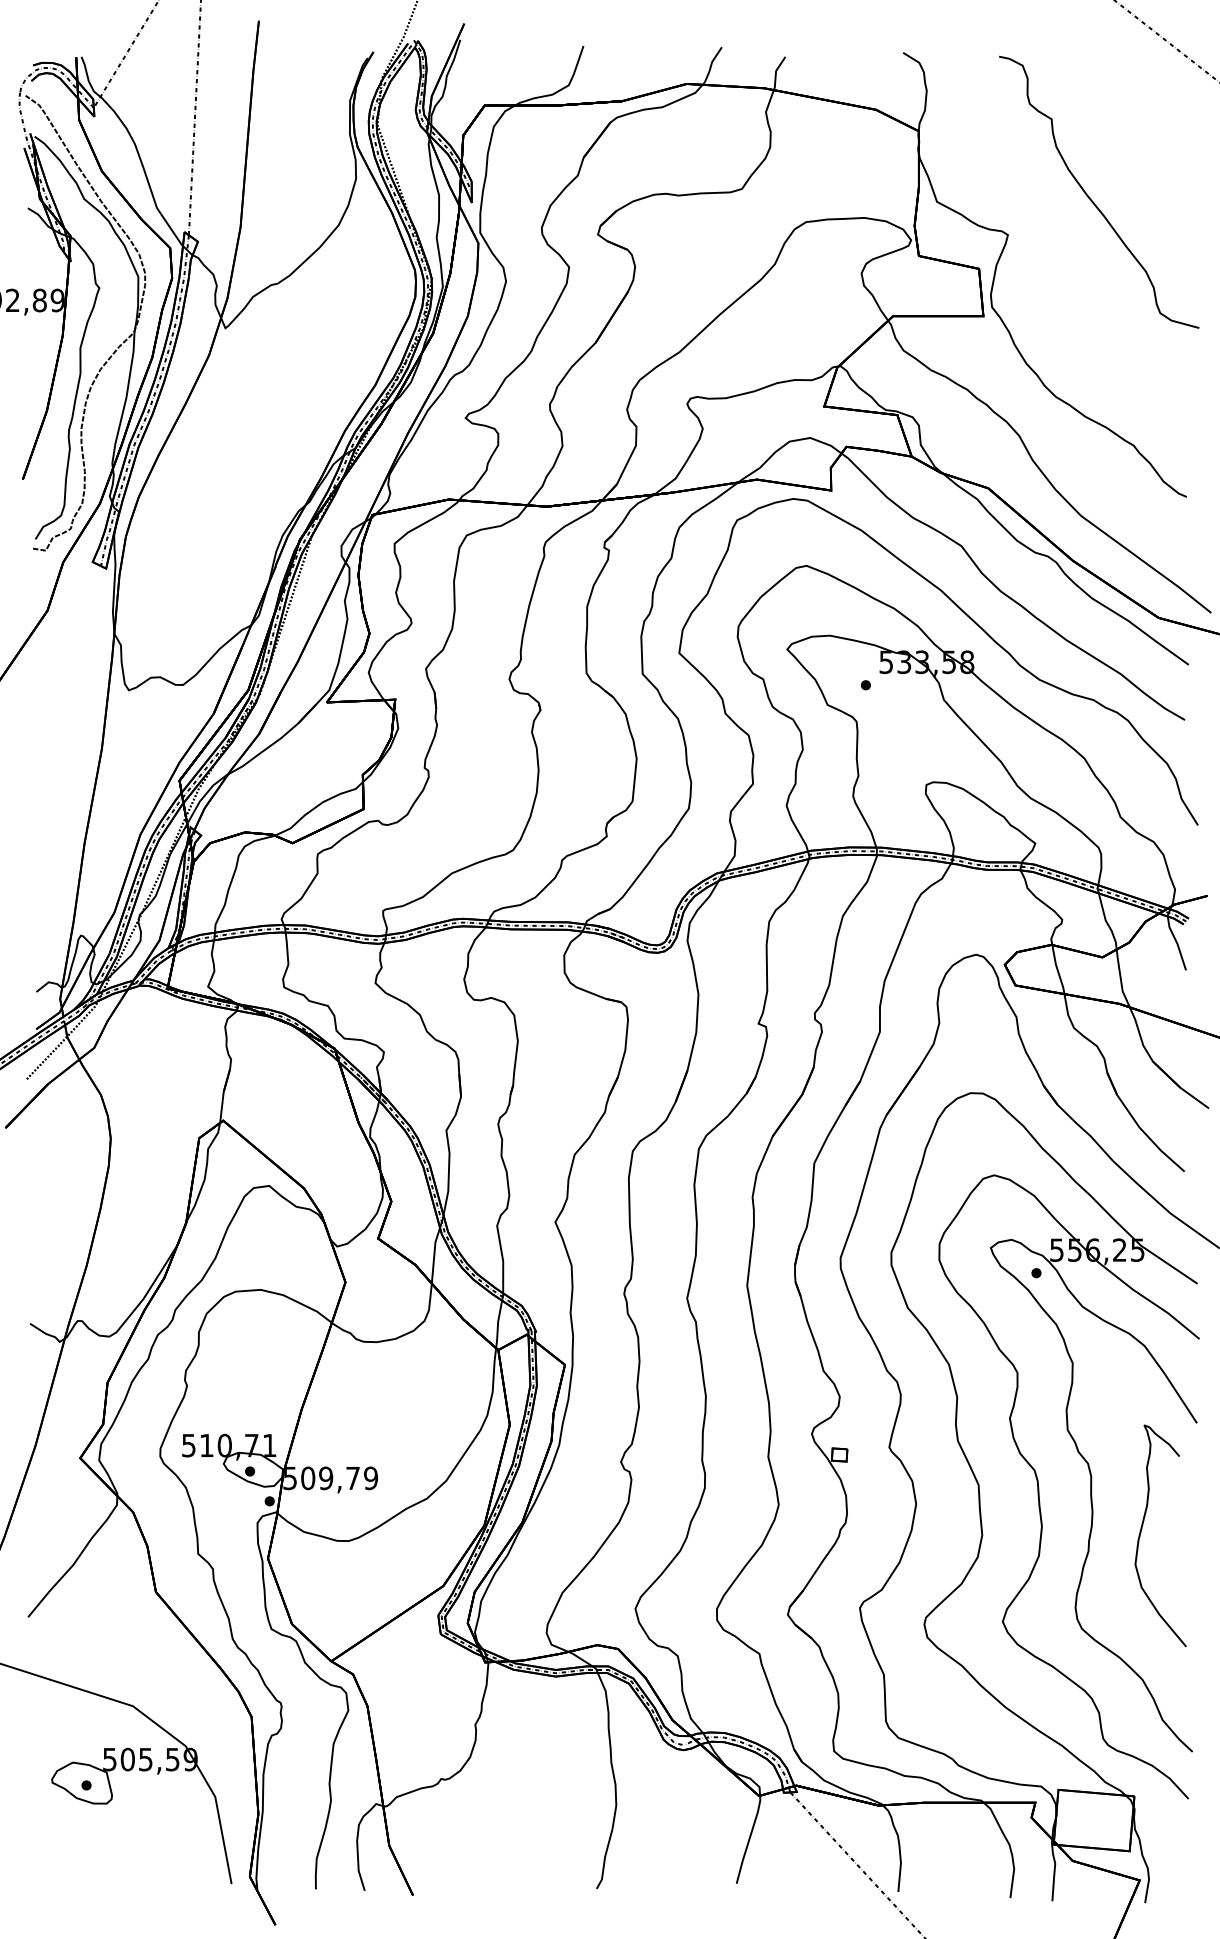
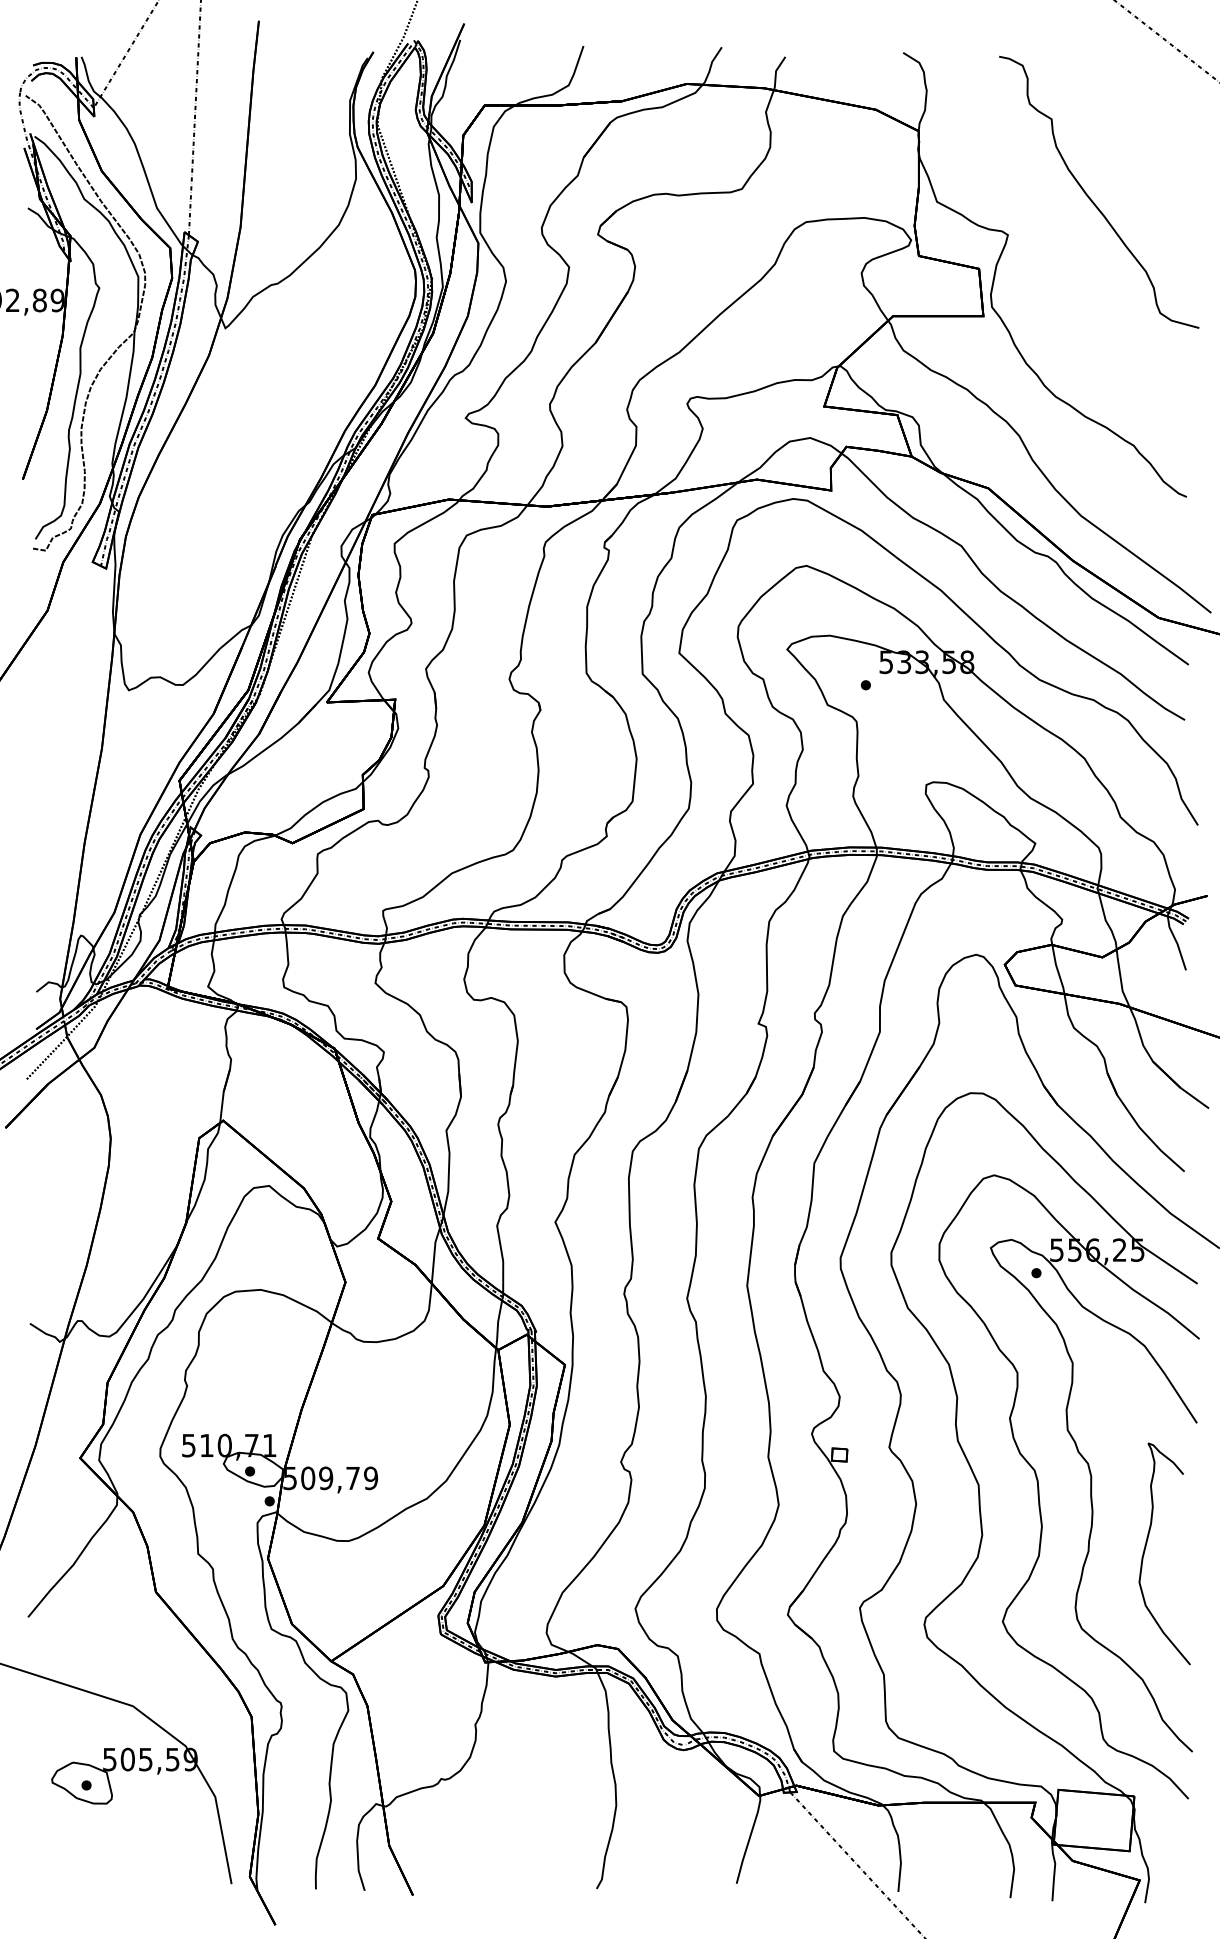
curve at (1142, 1529) position: (1142, 1529) -> (1146, 1547)
